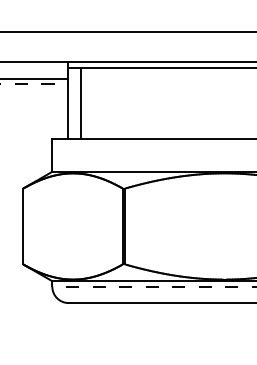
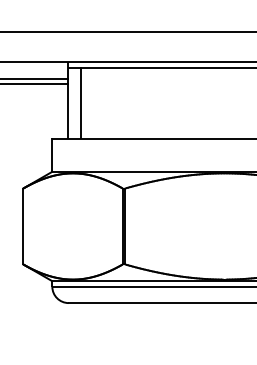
line at (34, 84): dashed -> solid
line at (153, 286): dashed -> solid
